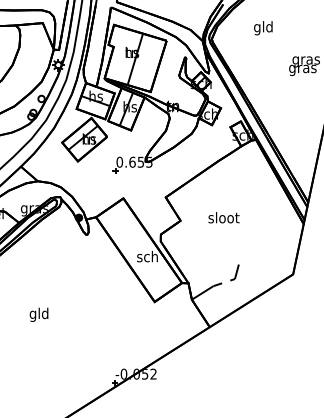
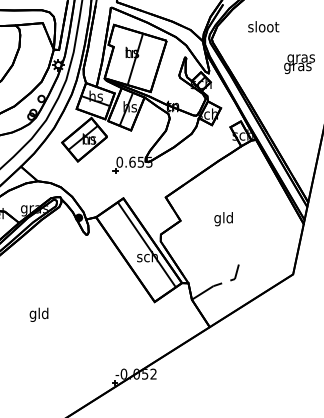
text at (263, 28): gld -> sloot
text at (304, 65) position: (304, 65) -> (299, 63)
text at (223, 219): sloot -> gld
line at (146, 244): none -> present
